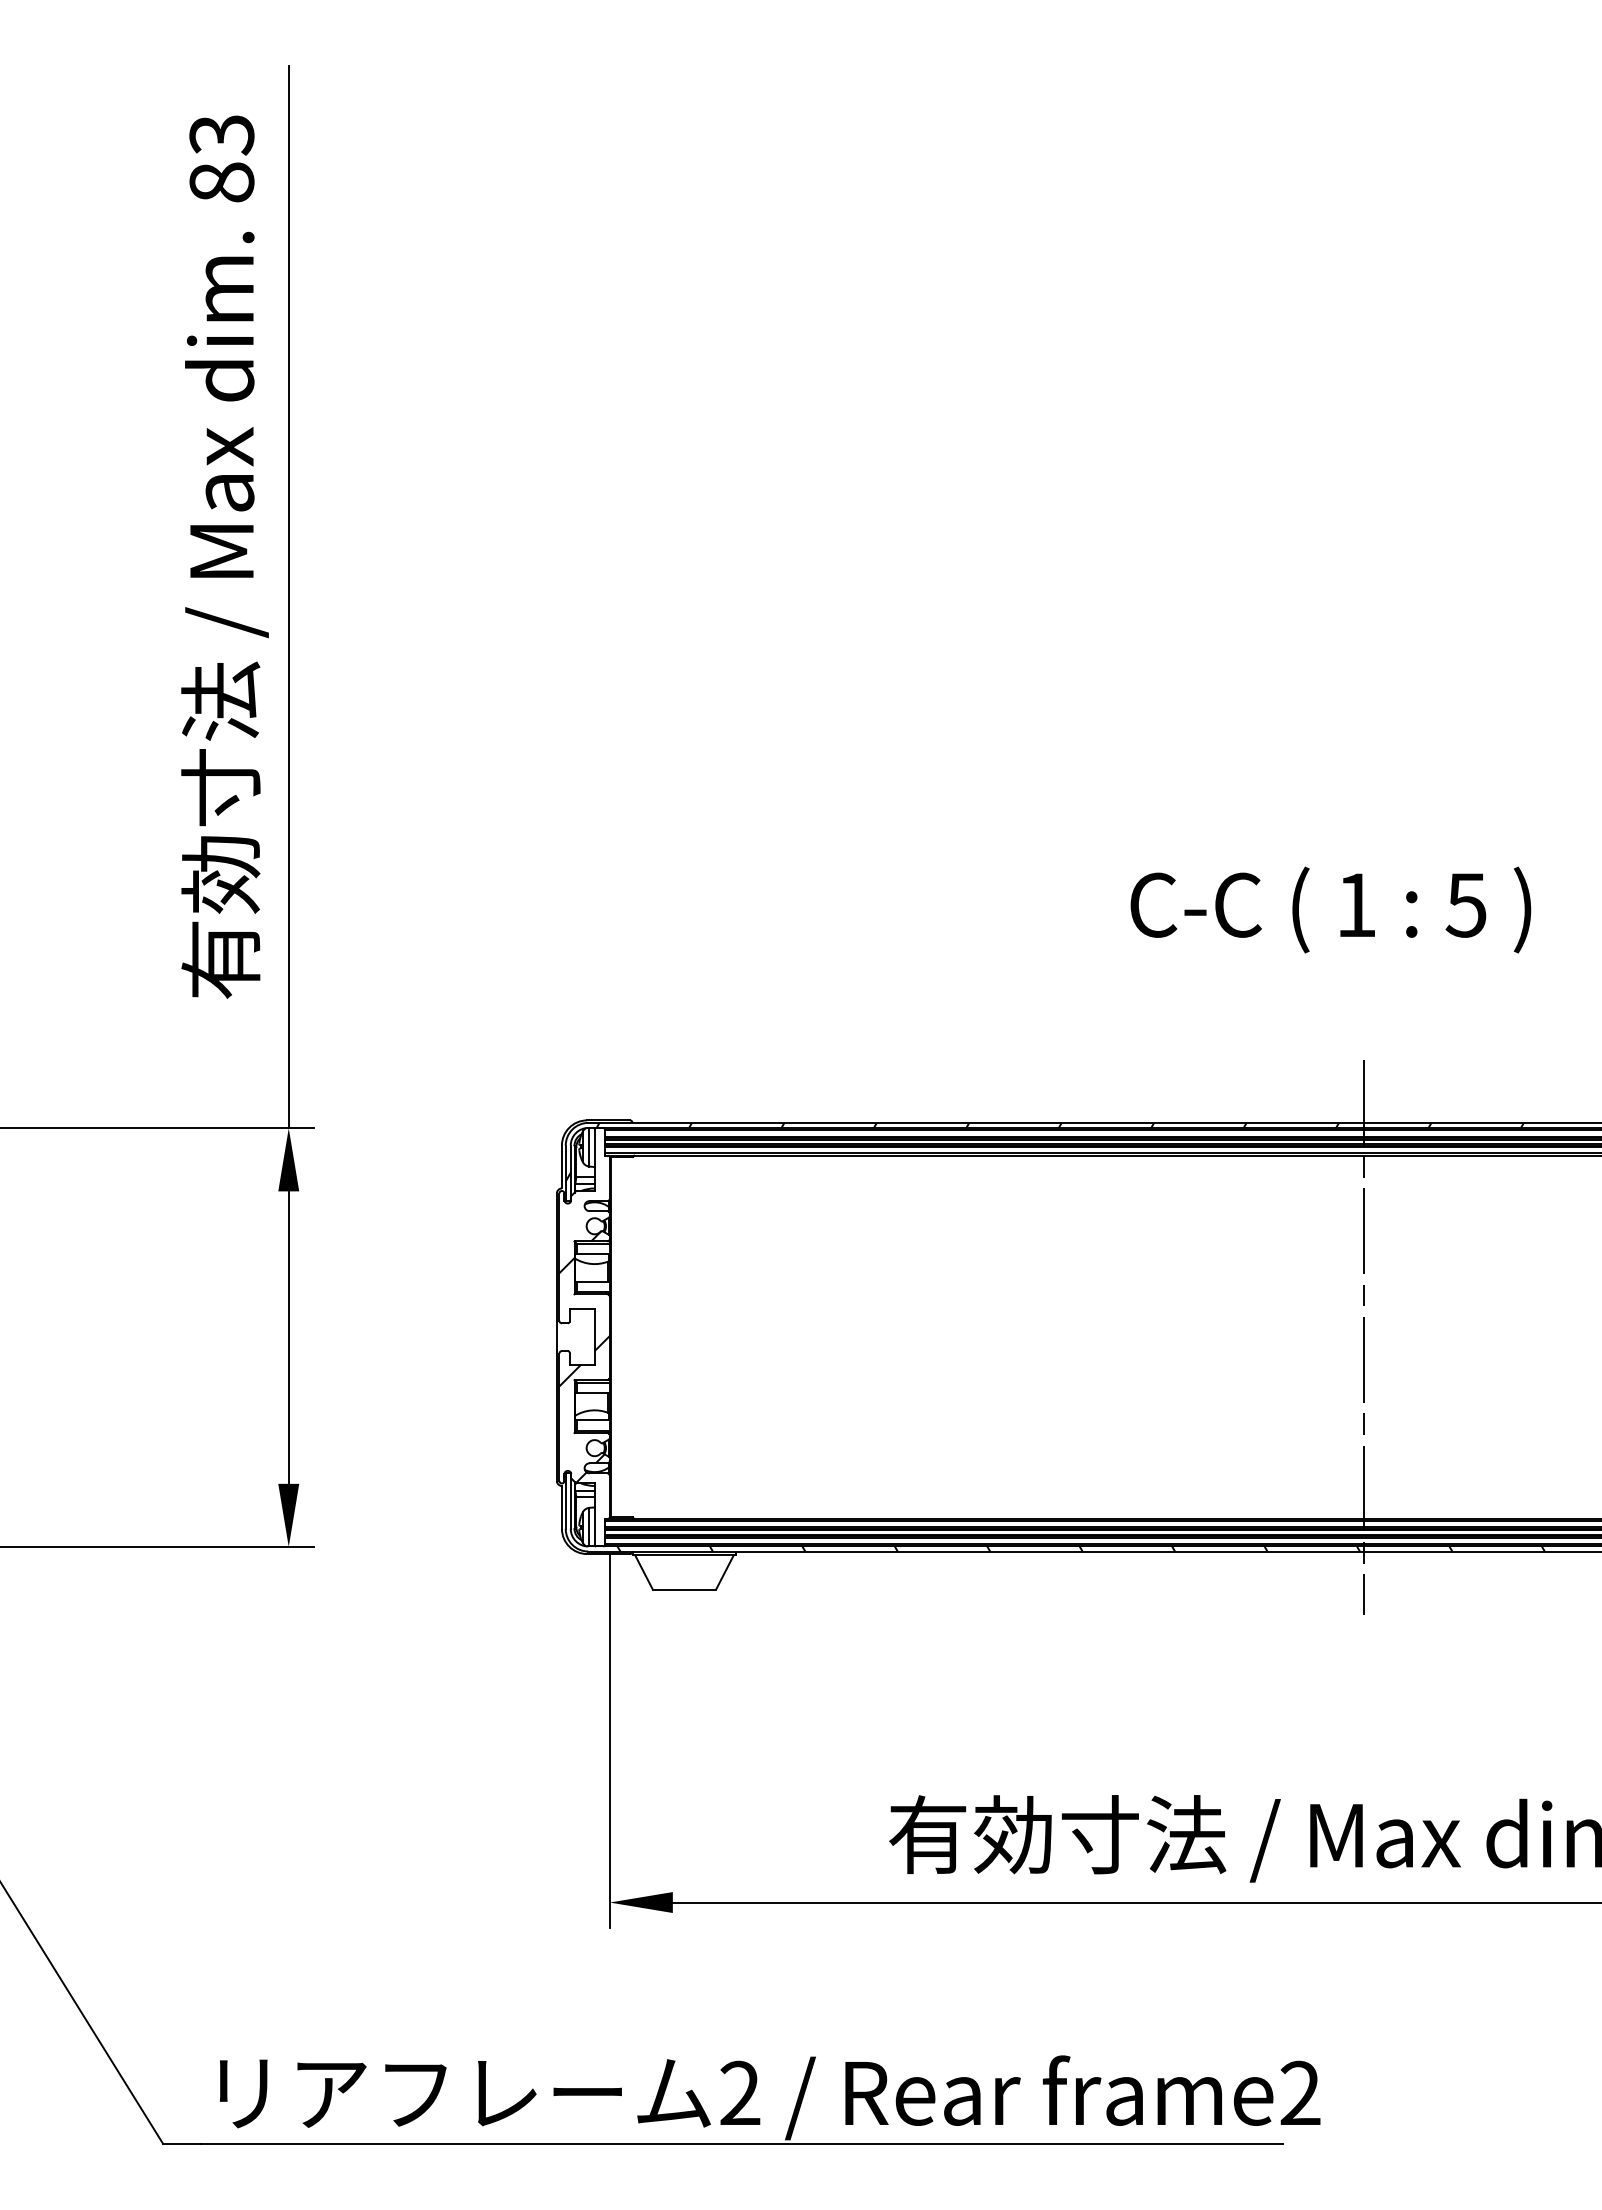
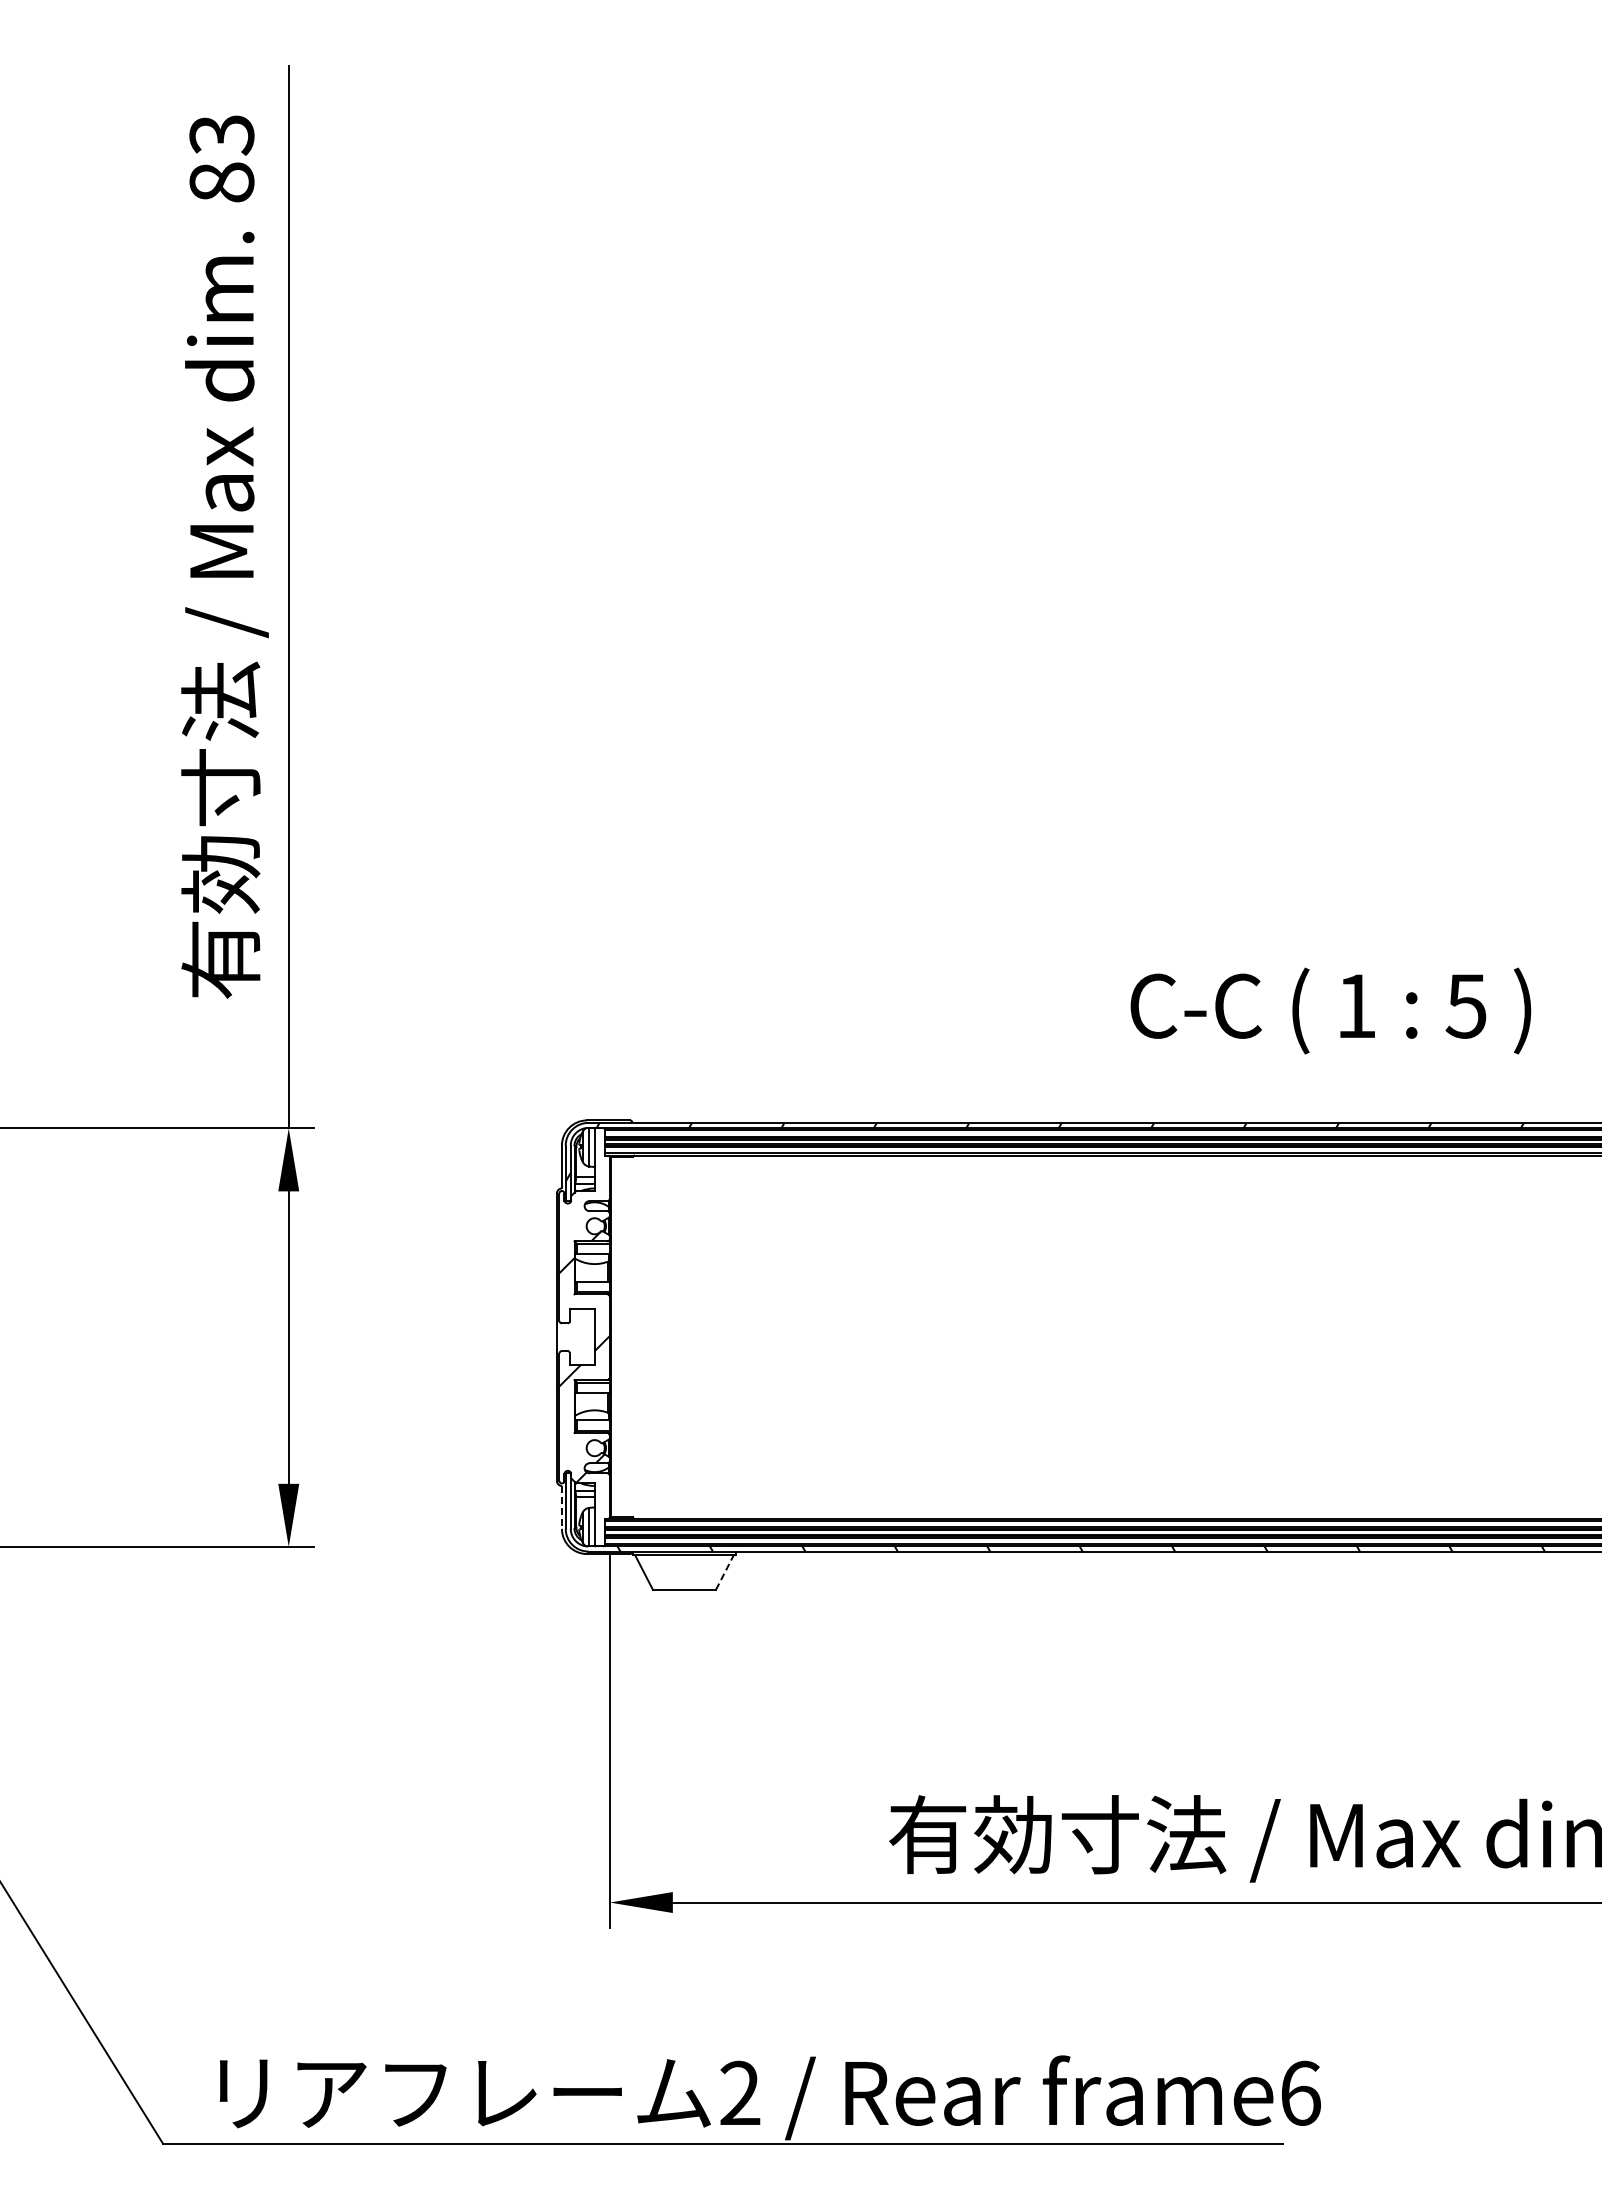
text at (1330, 909) position: (1330, 909) -> (1330, 1010)
line at (1363, 1336): present -> none
line at (561, 1507): solid -> dashed
line at (724, 1572): solid -> dashed
text at (1300, 2092): frame2 -> frame6
